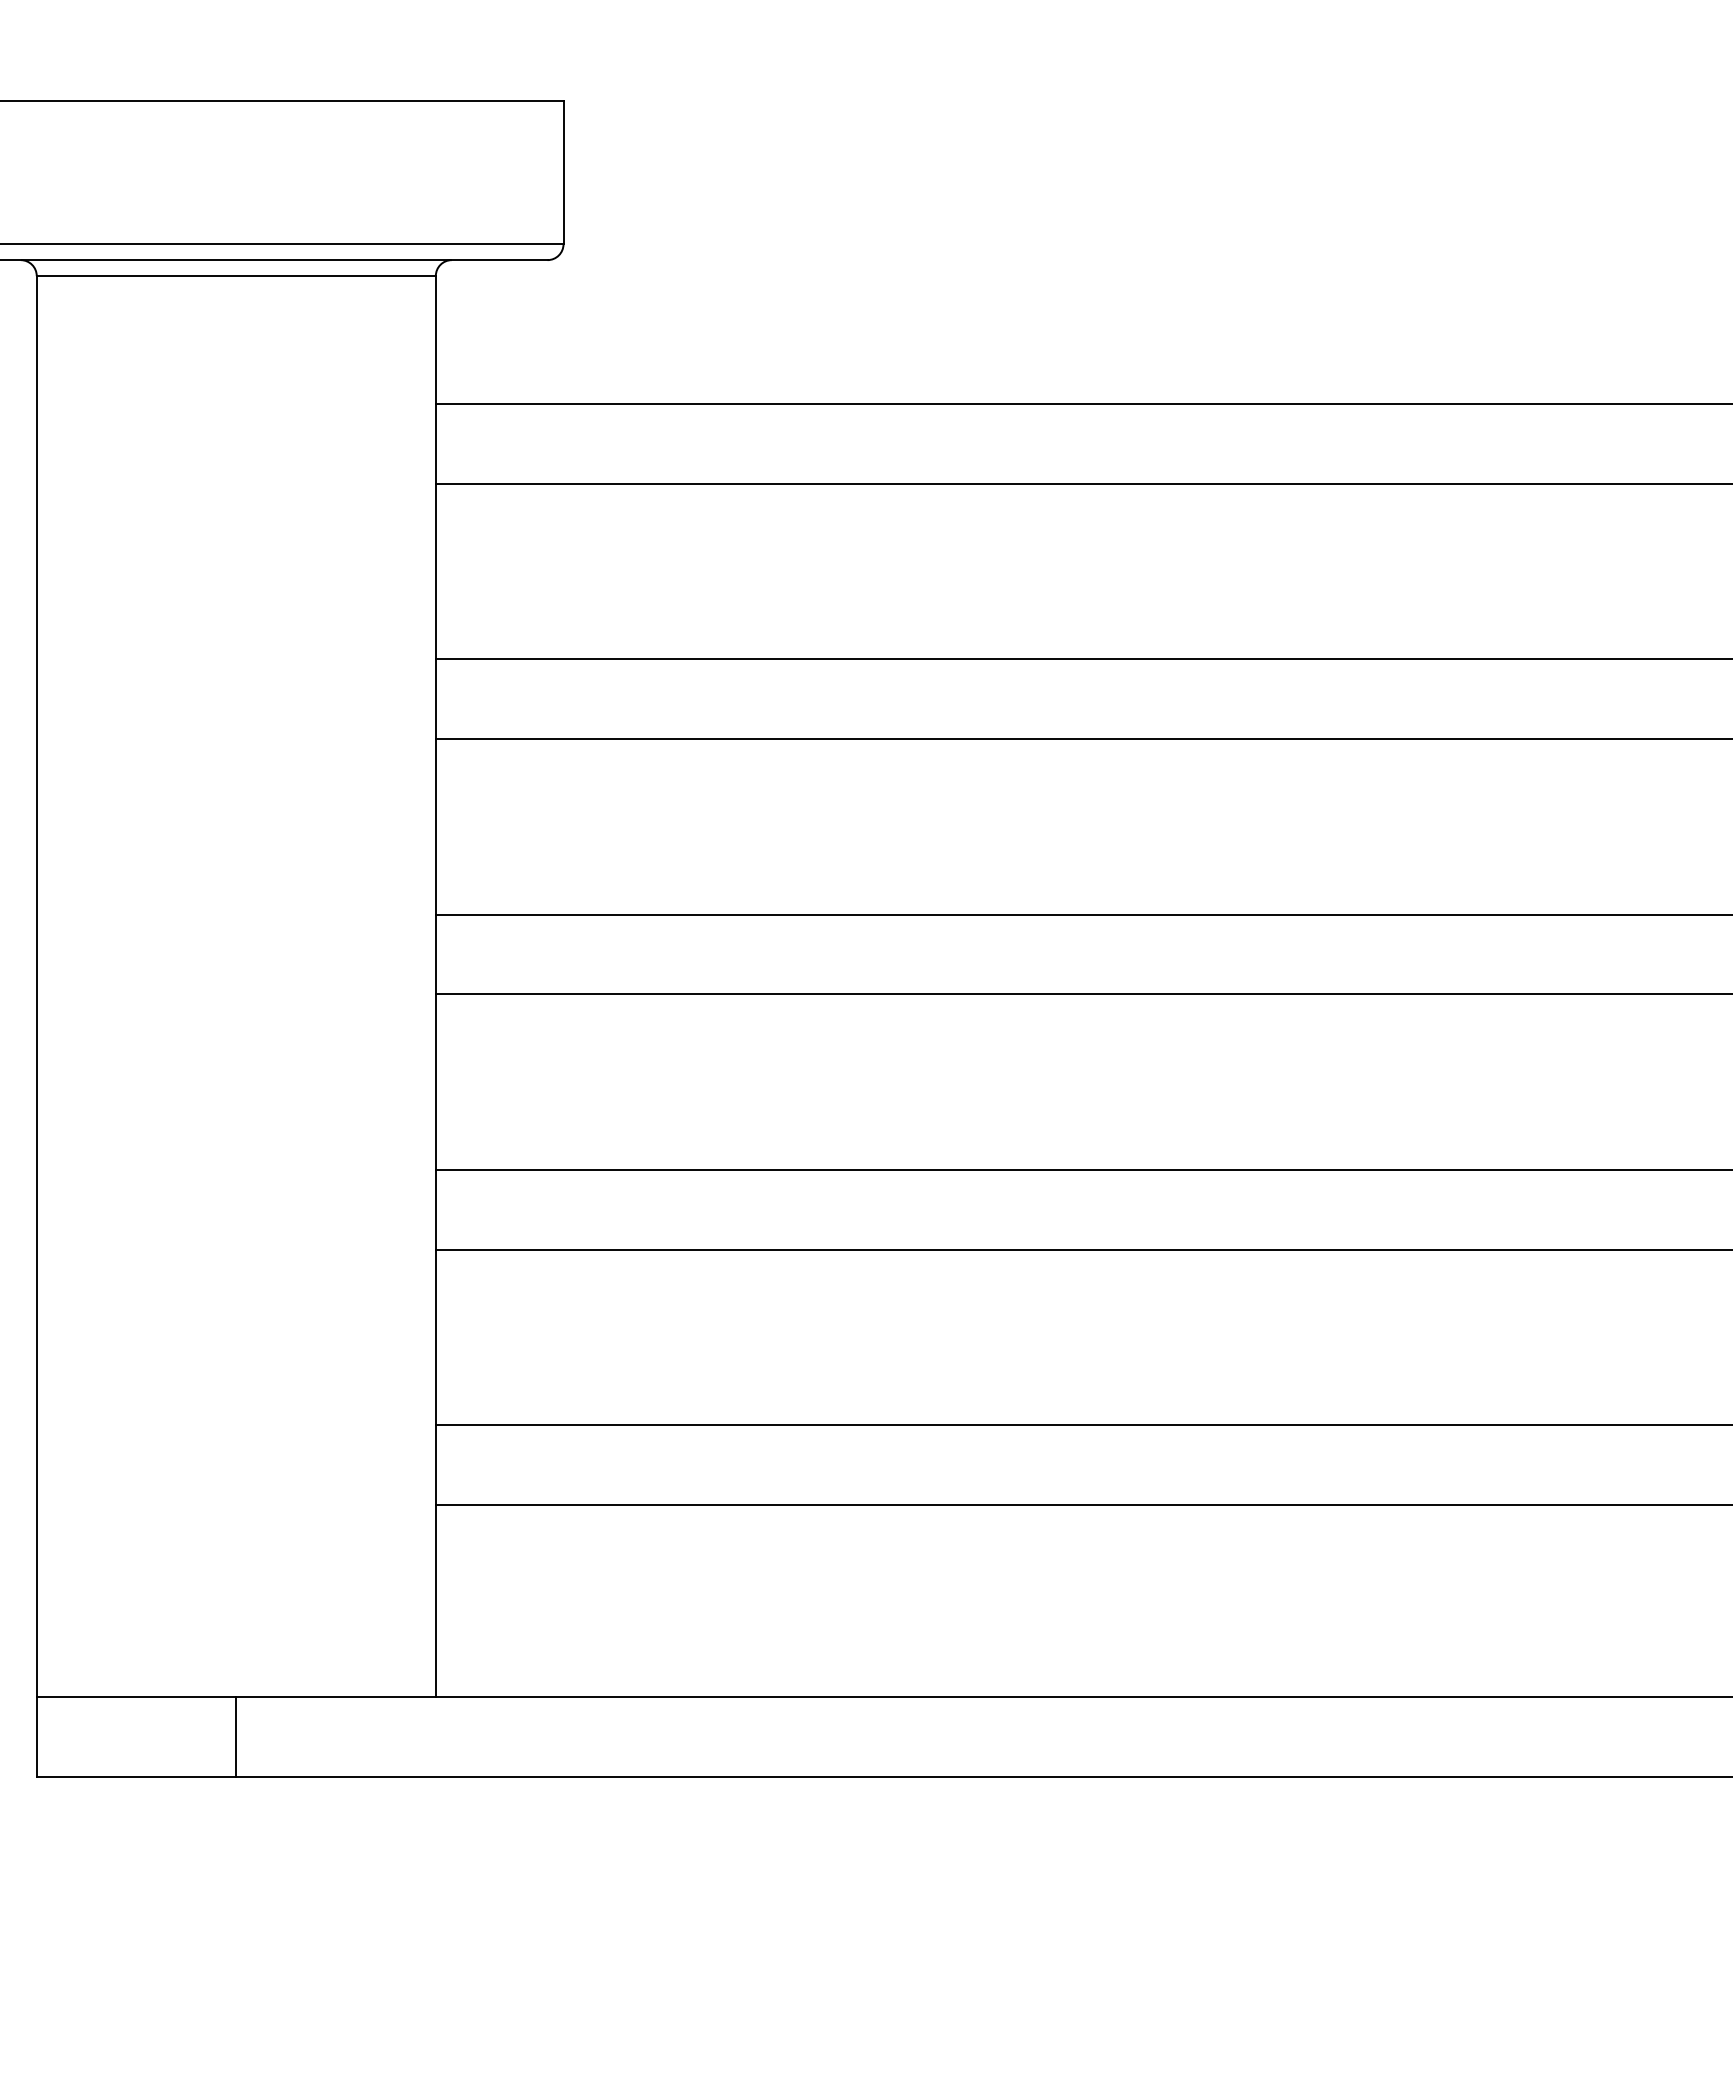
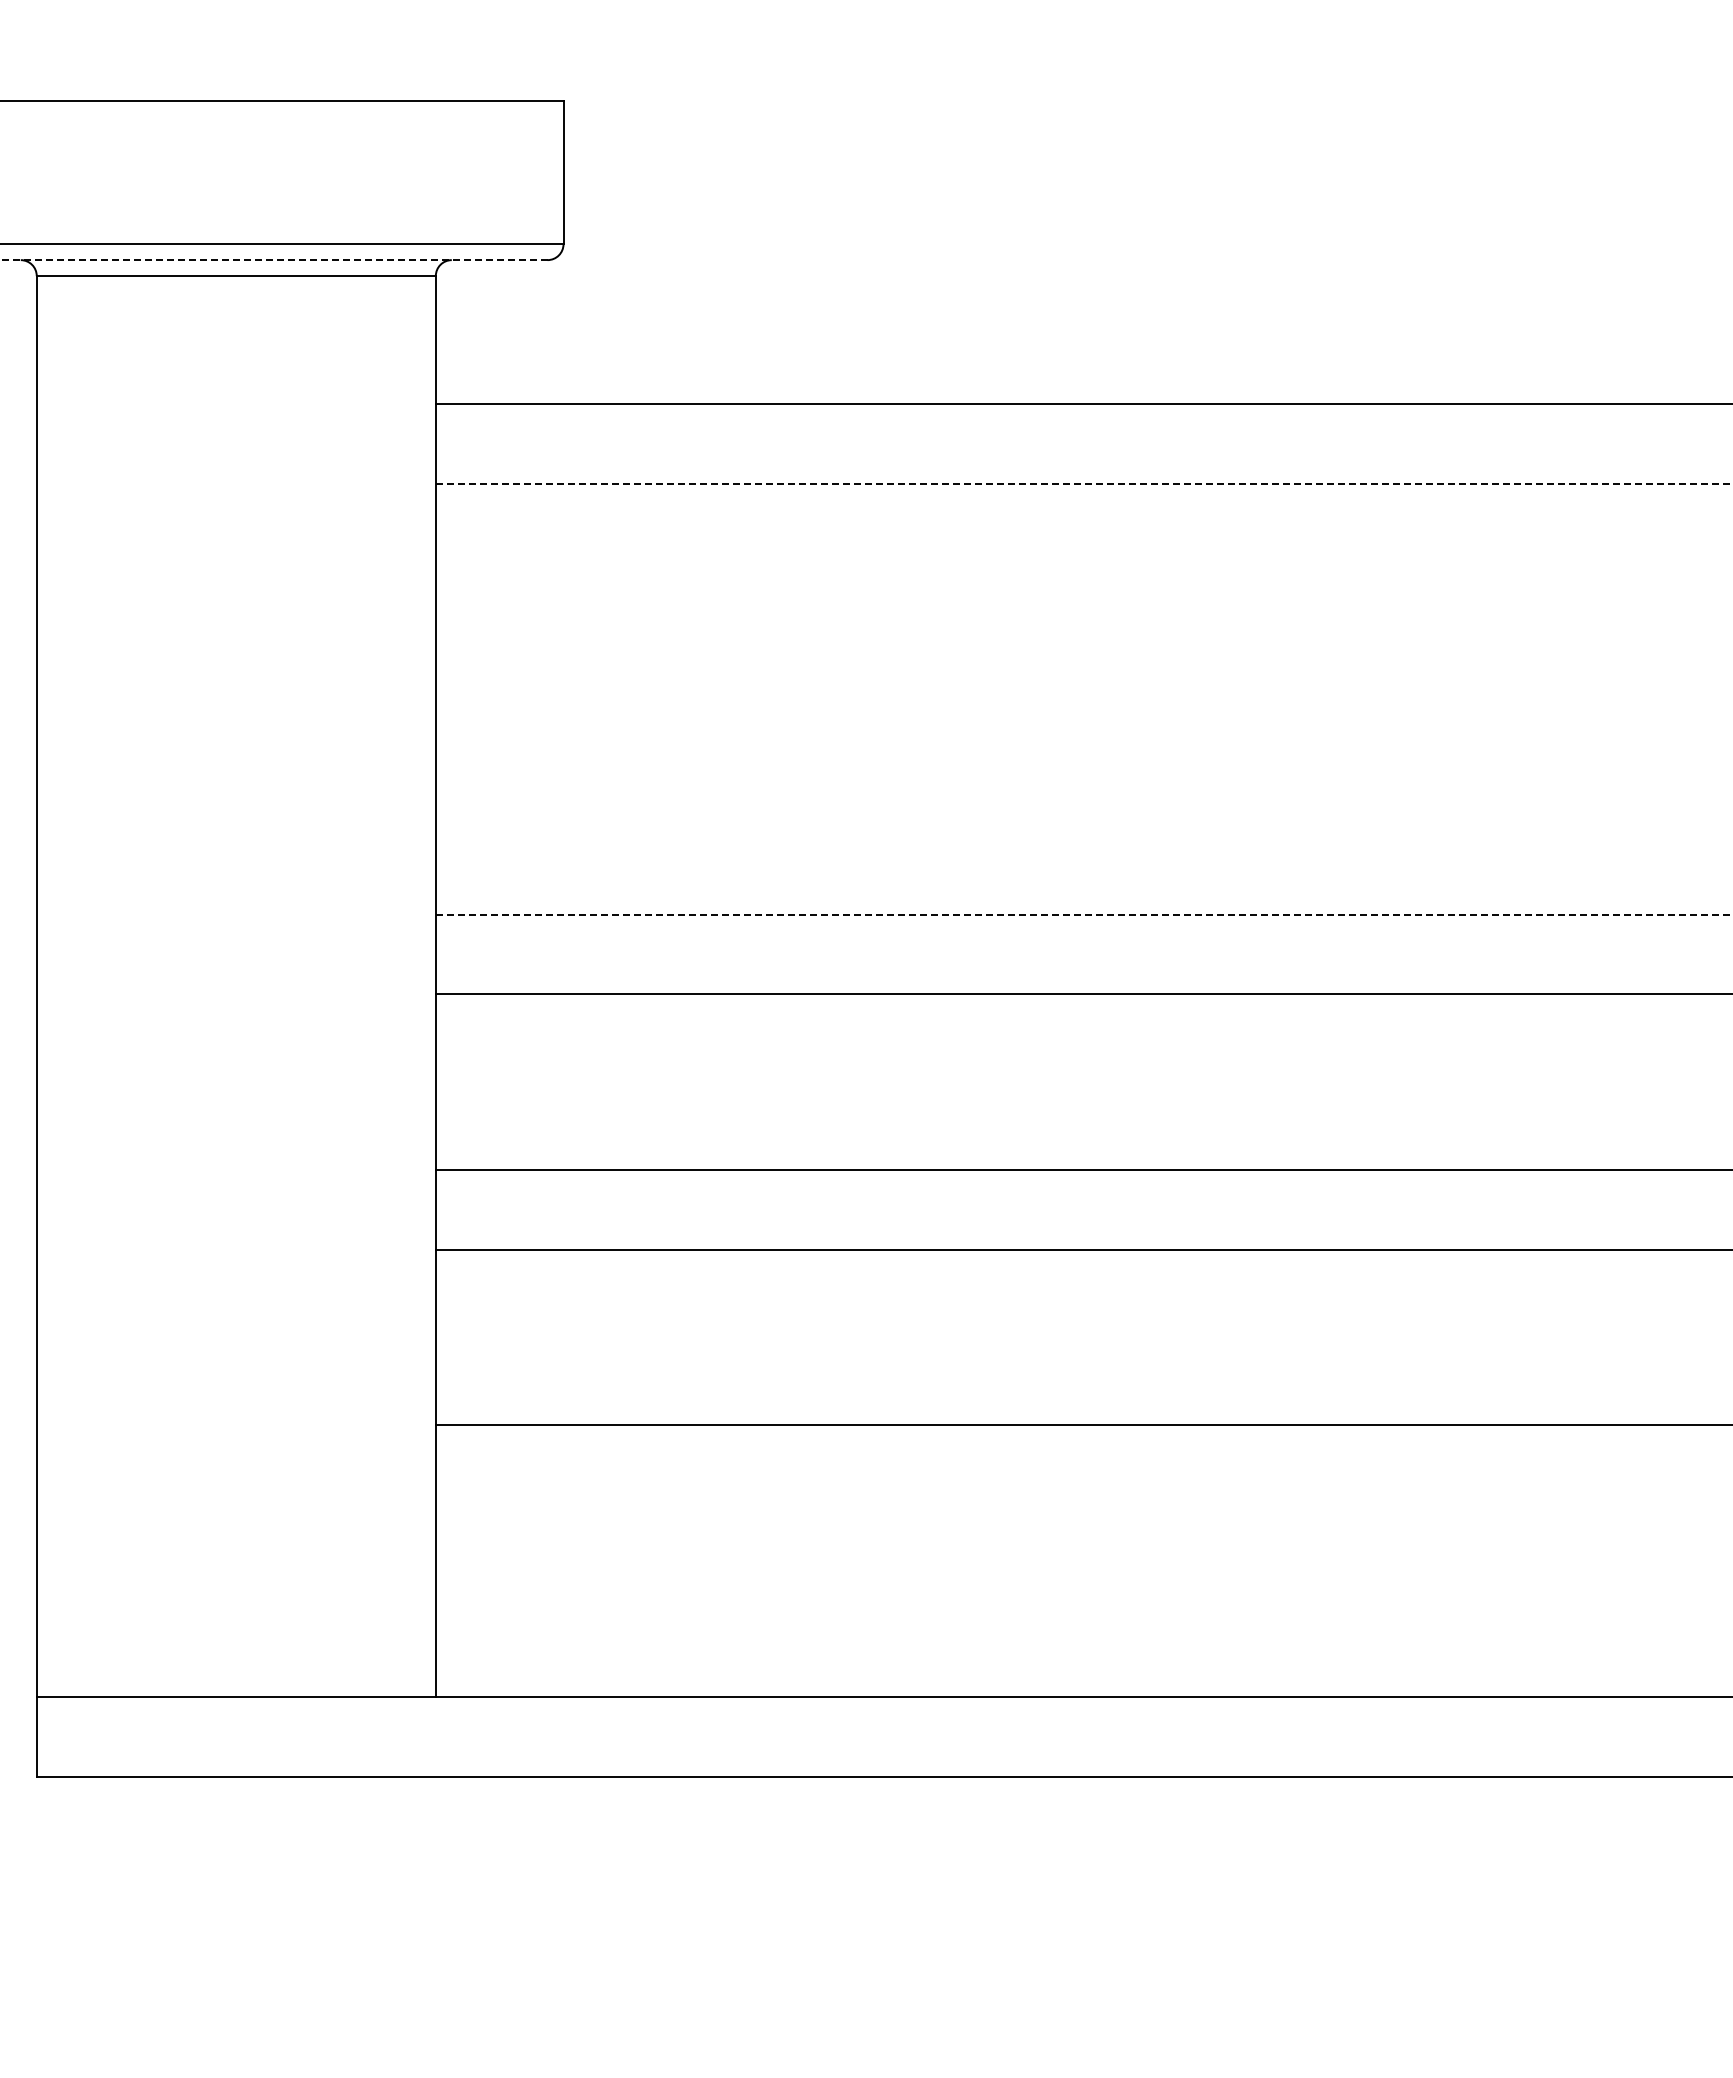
line at (273, 260): solid -> dashed
line at (1084, 483): solid -> dashed
line at (1082, 659): present -> none
line at (1082, 739): present -> none
line at (1084, 914): solid -> dashed
line at (1082, 1505): present -> none
line at (236, 1736): present -> none
